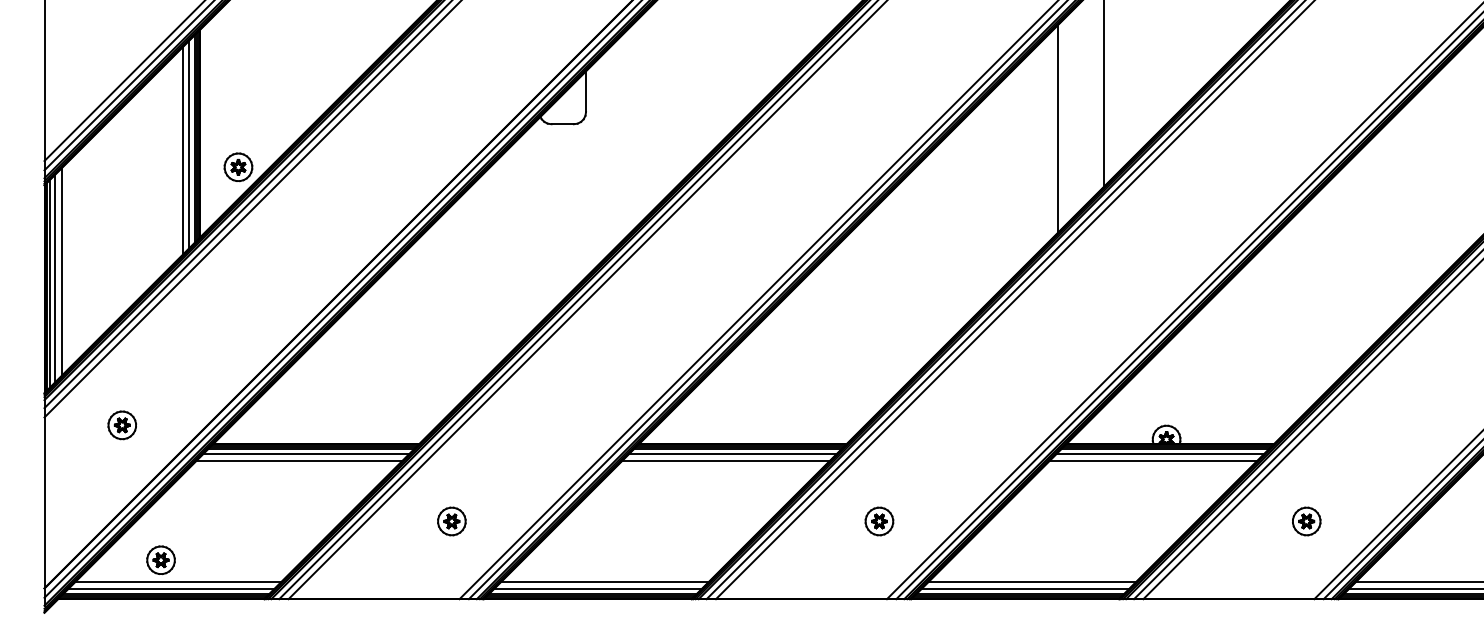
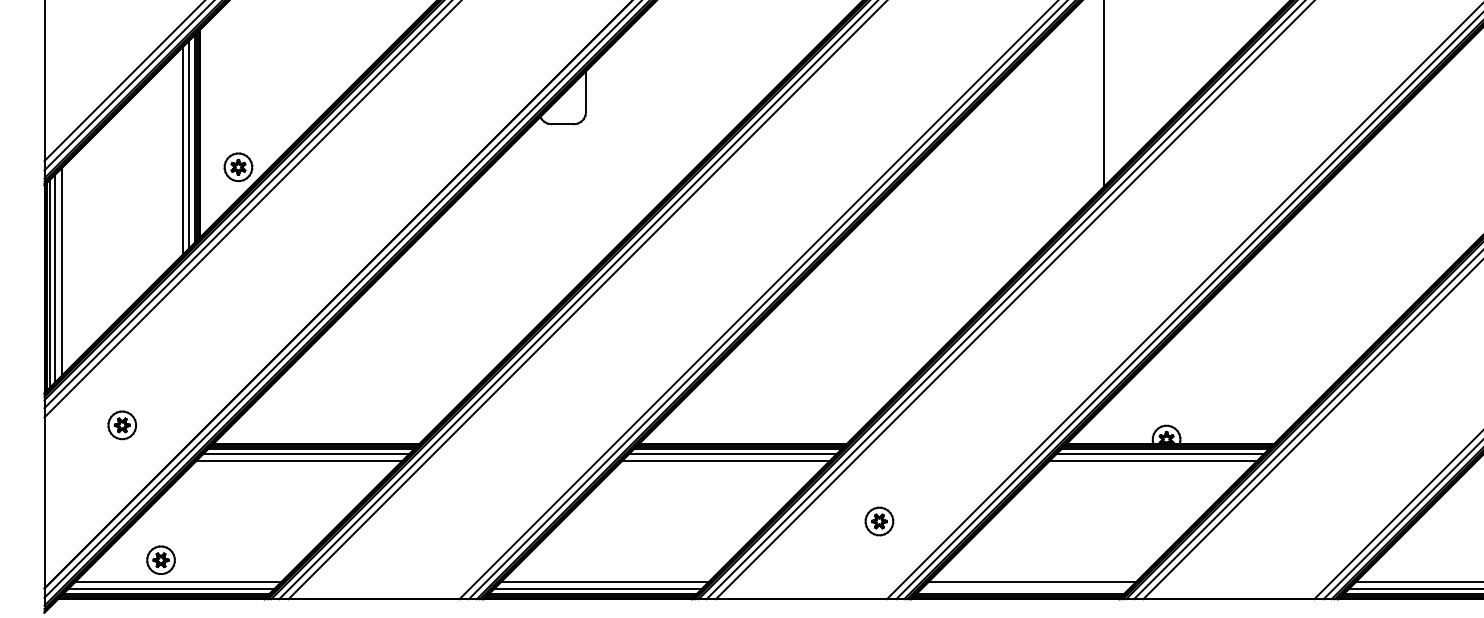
line at (1057, 129): present -> none
part at (451, 521): present -> none
part at (1306, 521): present -> none
line at (1025, 588): present -> none
